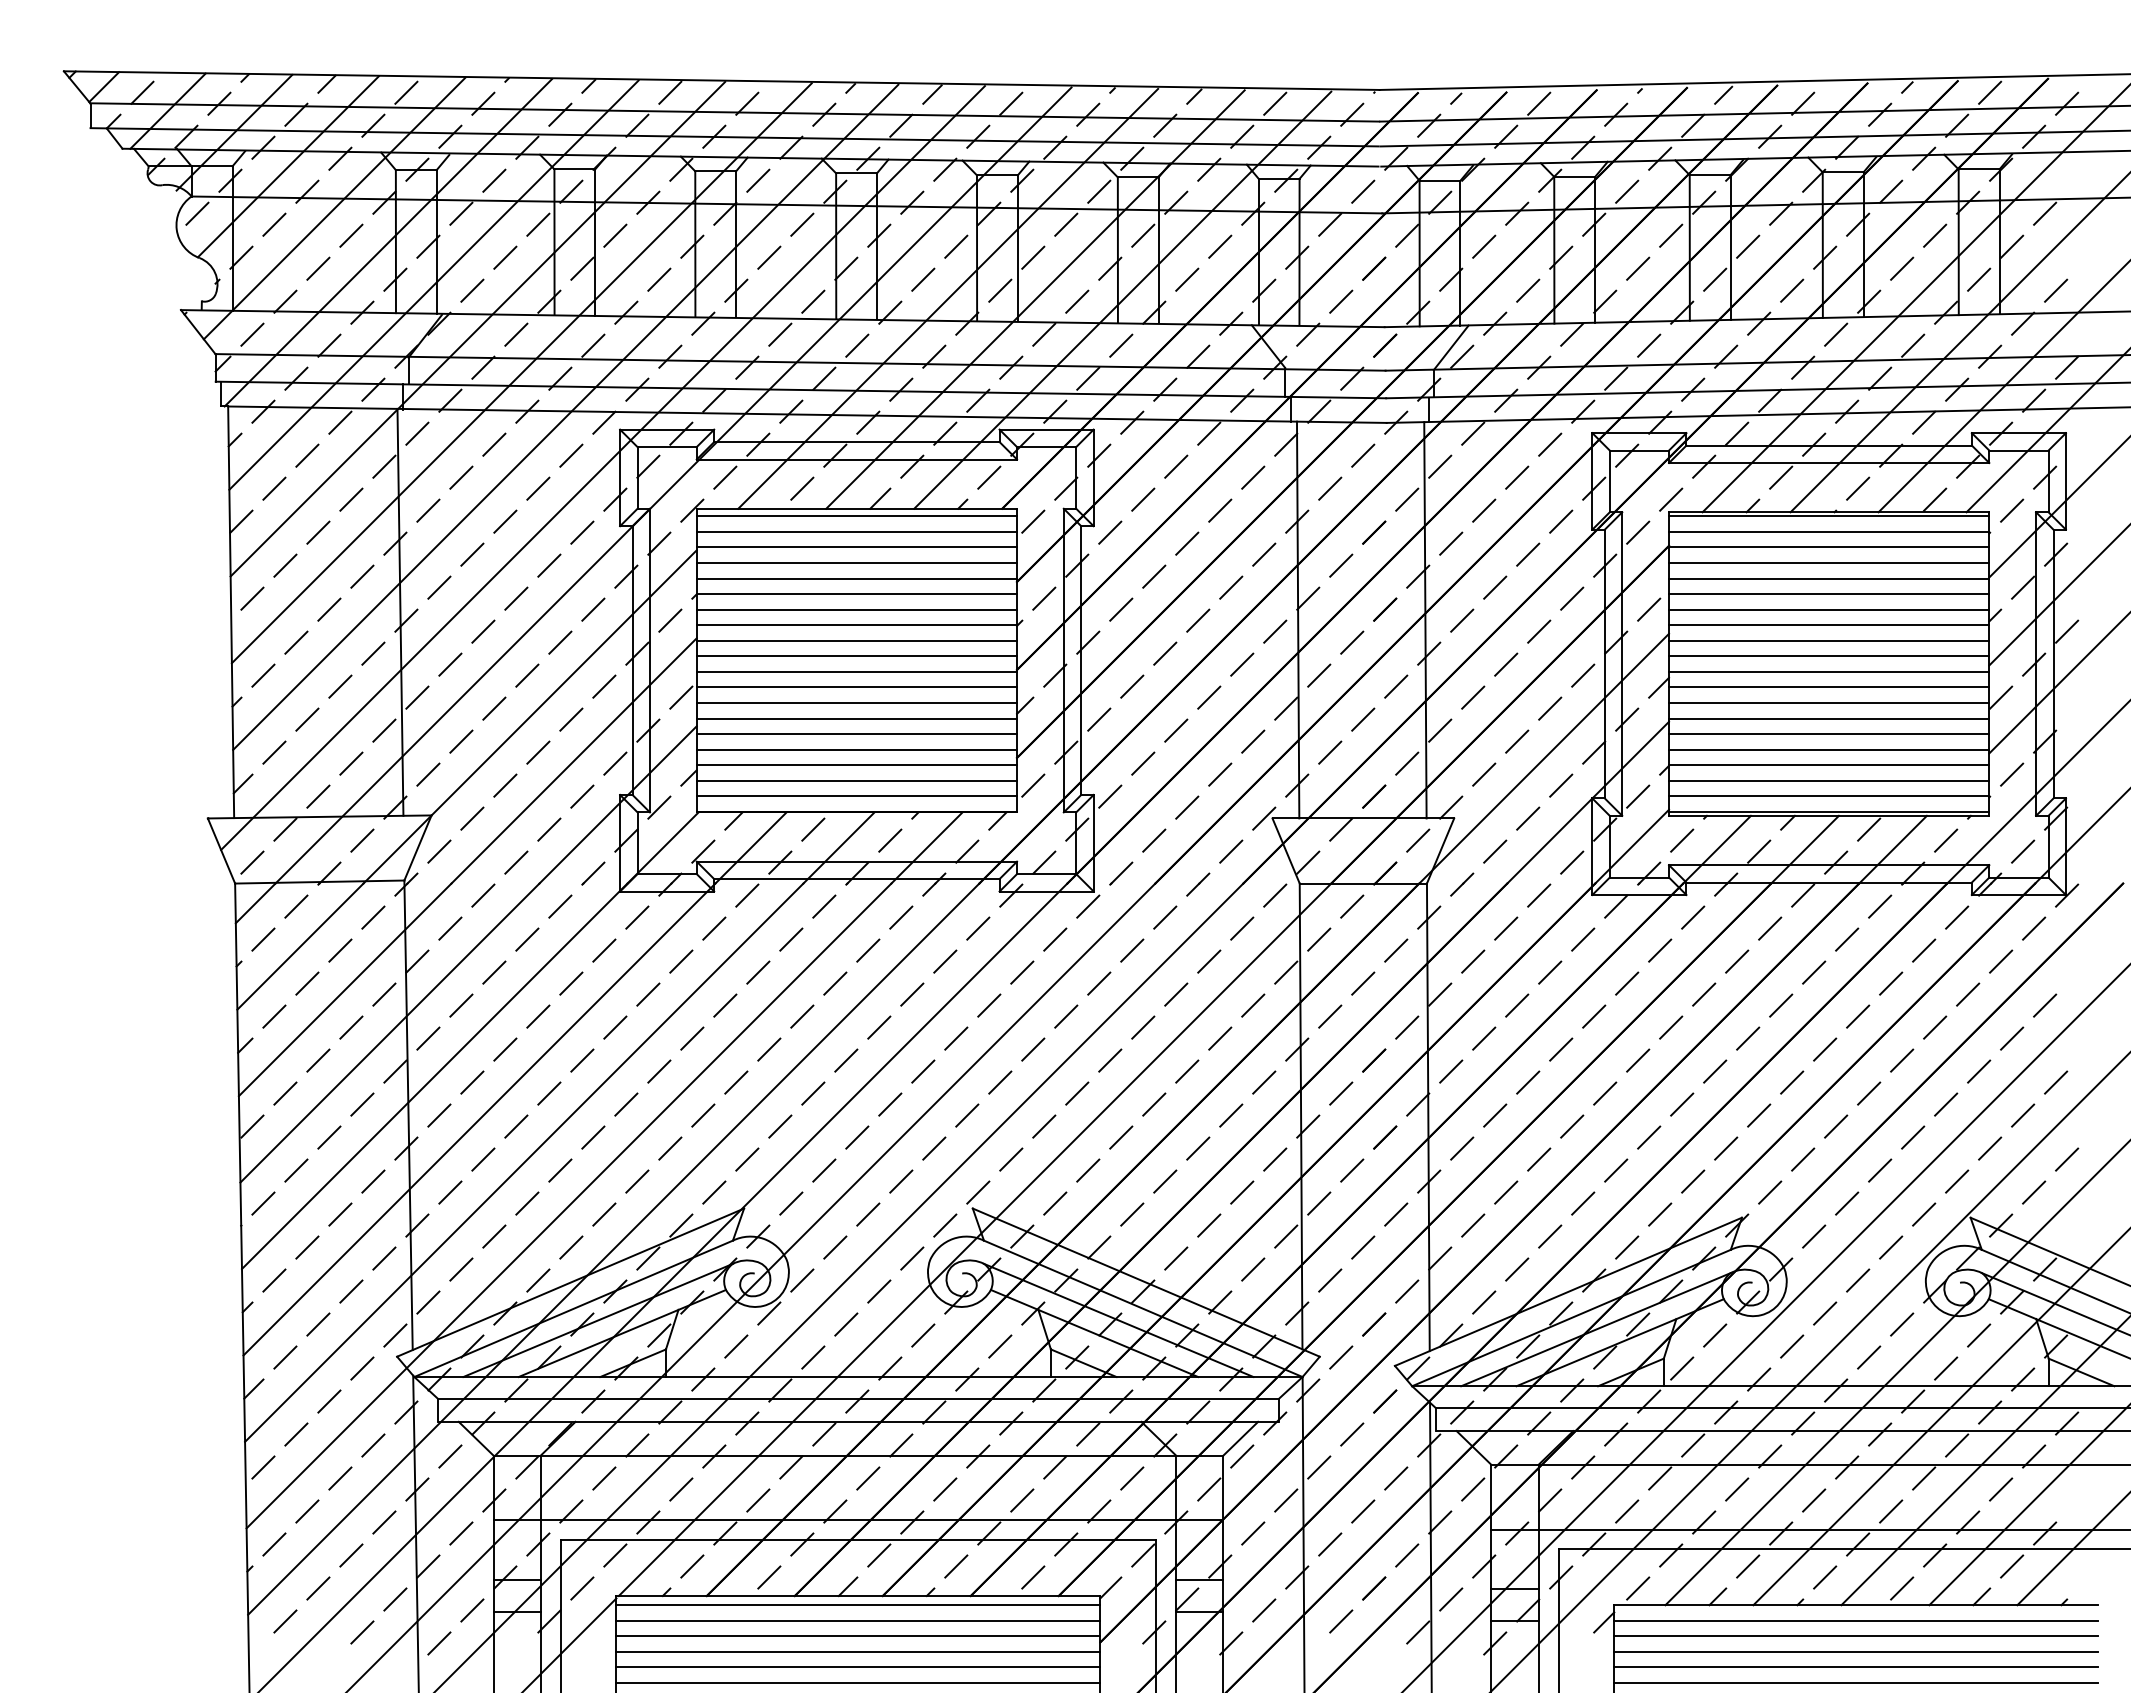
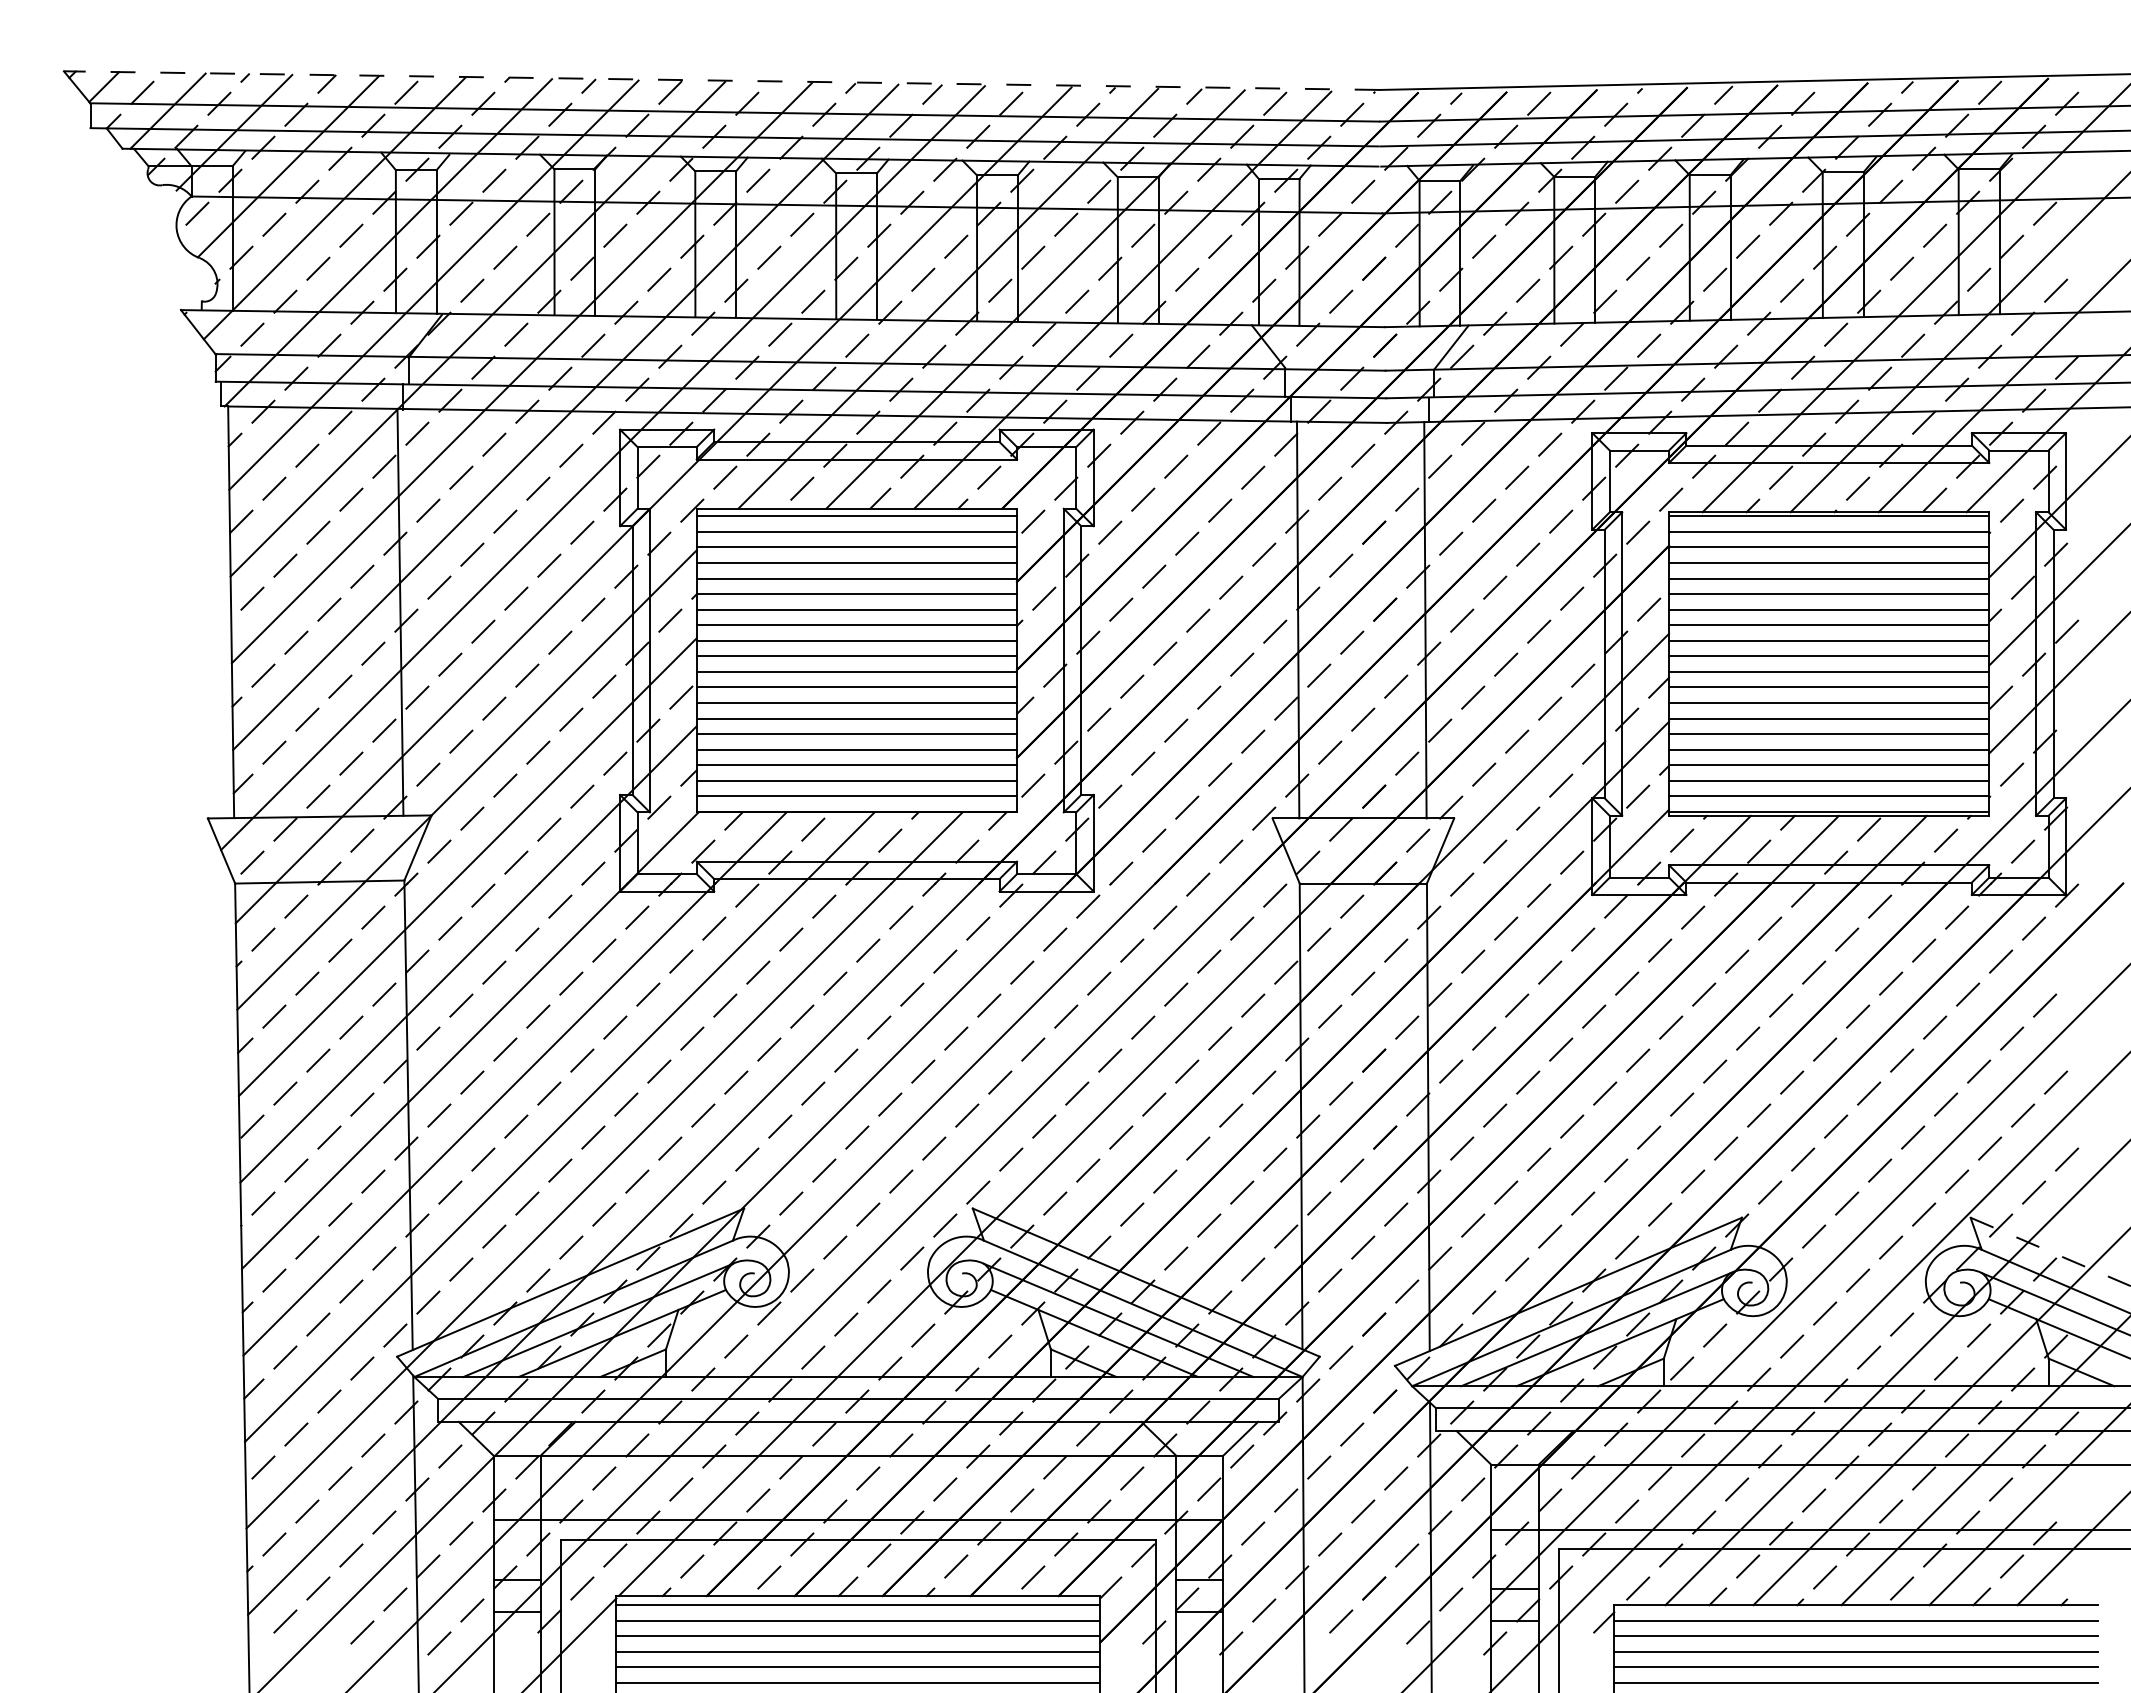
line at (721, 80): solid -> dashed
line at (2050, 1251): solid -> dashed
